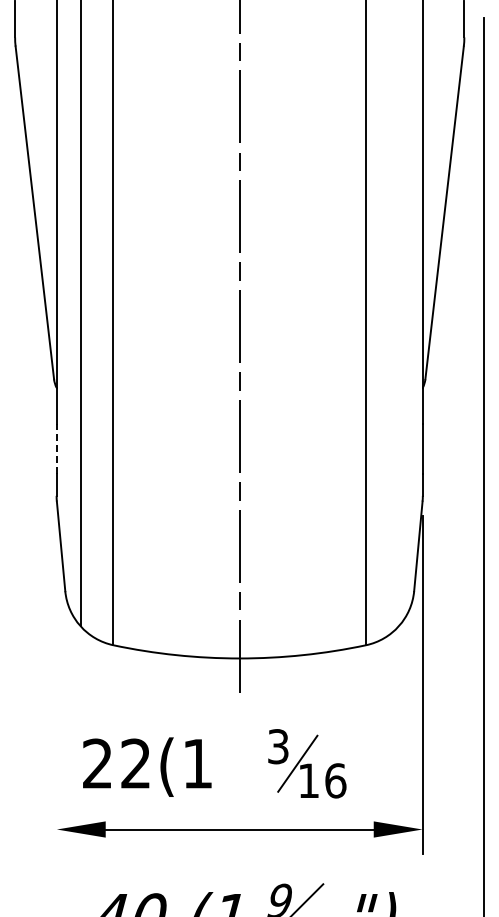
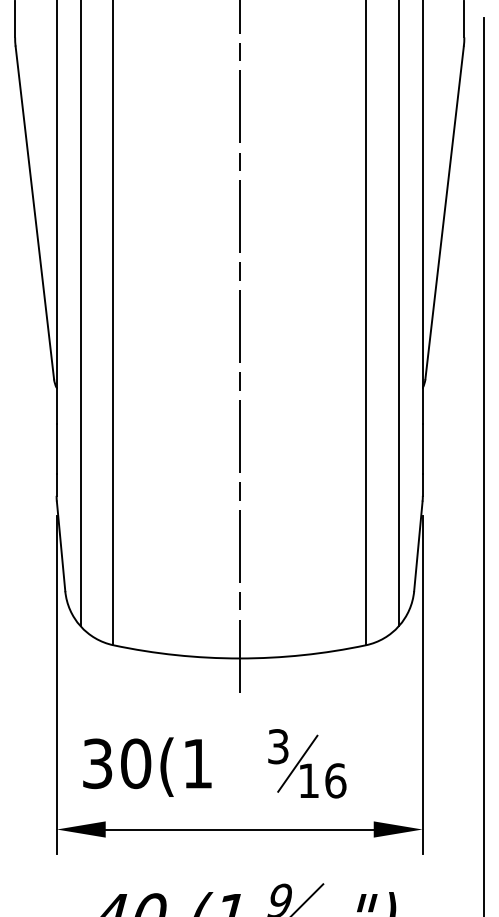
line at (398, 314): none -> present
line at (56, 449): dashed -> solid
line at (56, 684): none -> present
text at (117, 763): 22(1 -> 30(1
